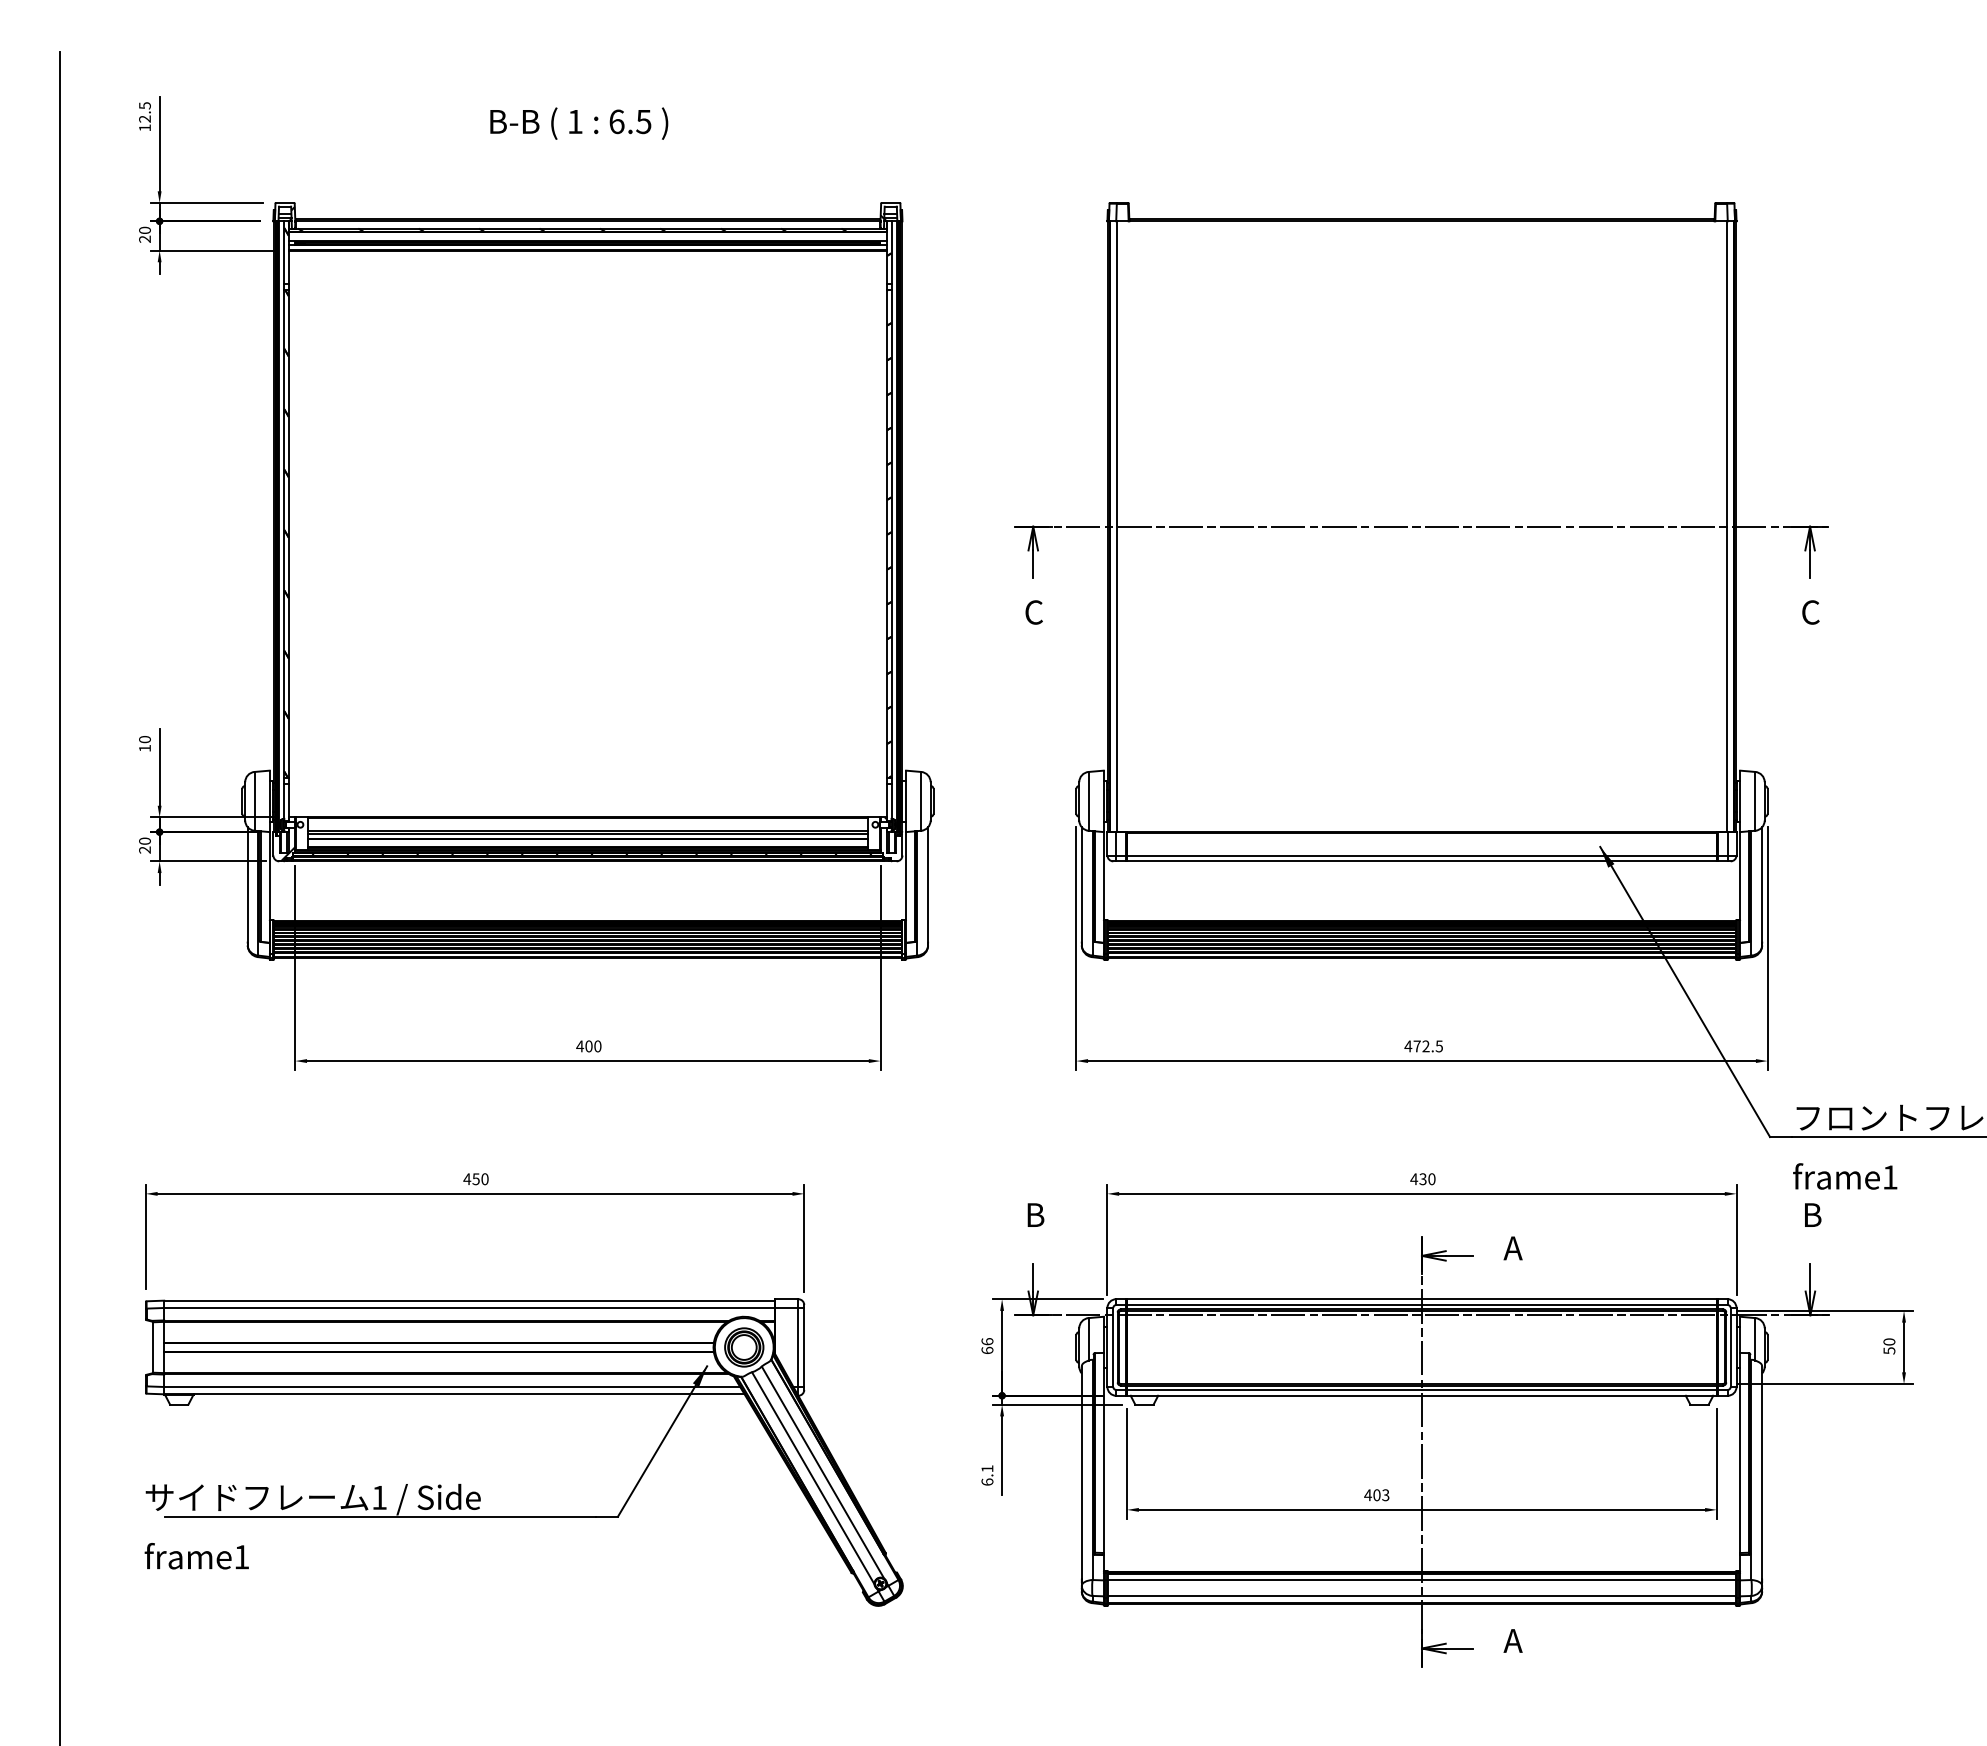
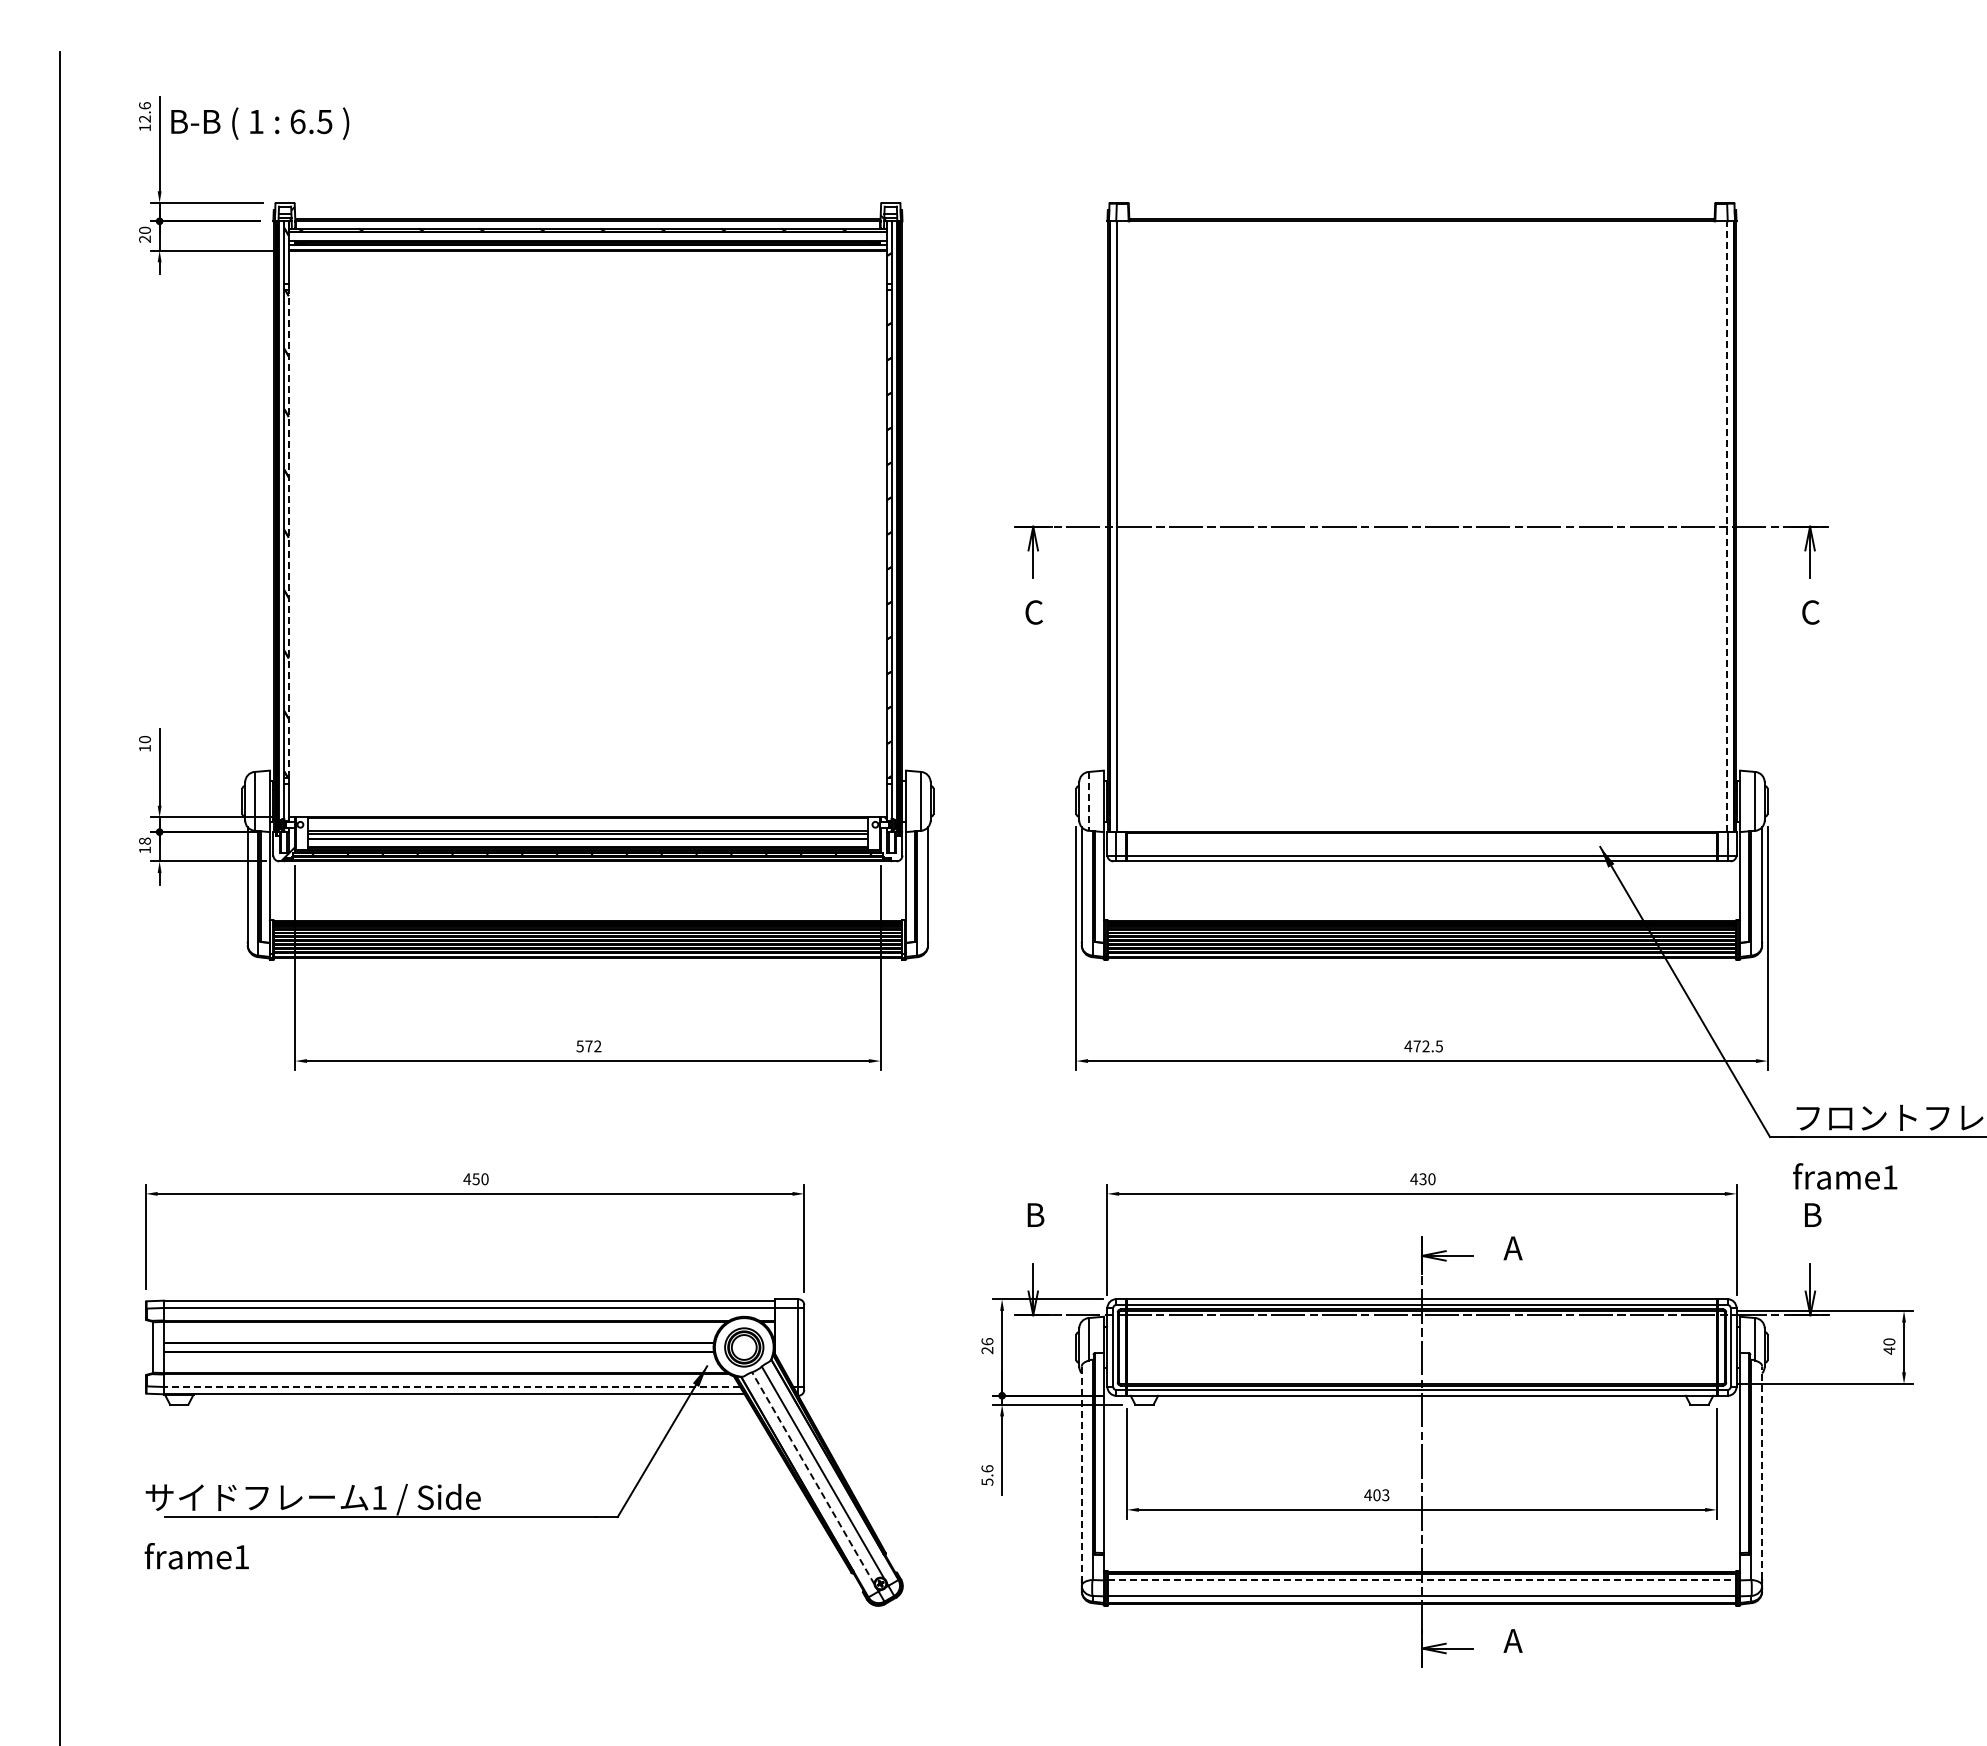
text at (144, 105): 12.5 -> 12.6
text at (579, 123) position: (579, 123) -> (260, 123)
line at (1727, 526): solid -> dashed
line at (288, 534): solid -> dashed
line at (1088, 801): solid -> dashed
text at (144, 845): 20 -> 18
text at (588, 1046): 400 -> 572
text at (987, 1350): 66 -> 26
text at (1889, 1350): 50 -> 40
line at (451, 1387): solid -> dashed
line at (1762, 1472): solid -> dashed
line at (1081, 1473): solid -> dashed
text at (987, 1475): 6.1 -> 5.6
line at (813, 1477): solid -> dashed
line at (1421, 1580): solid -> dashed
